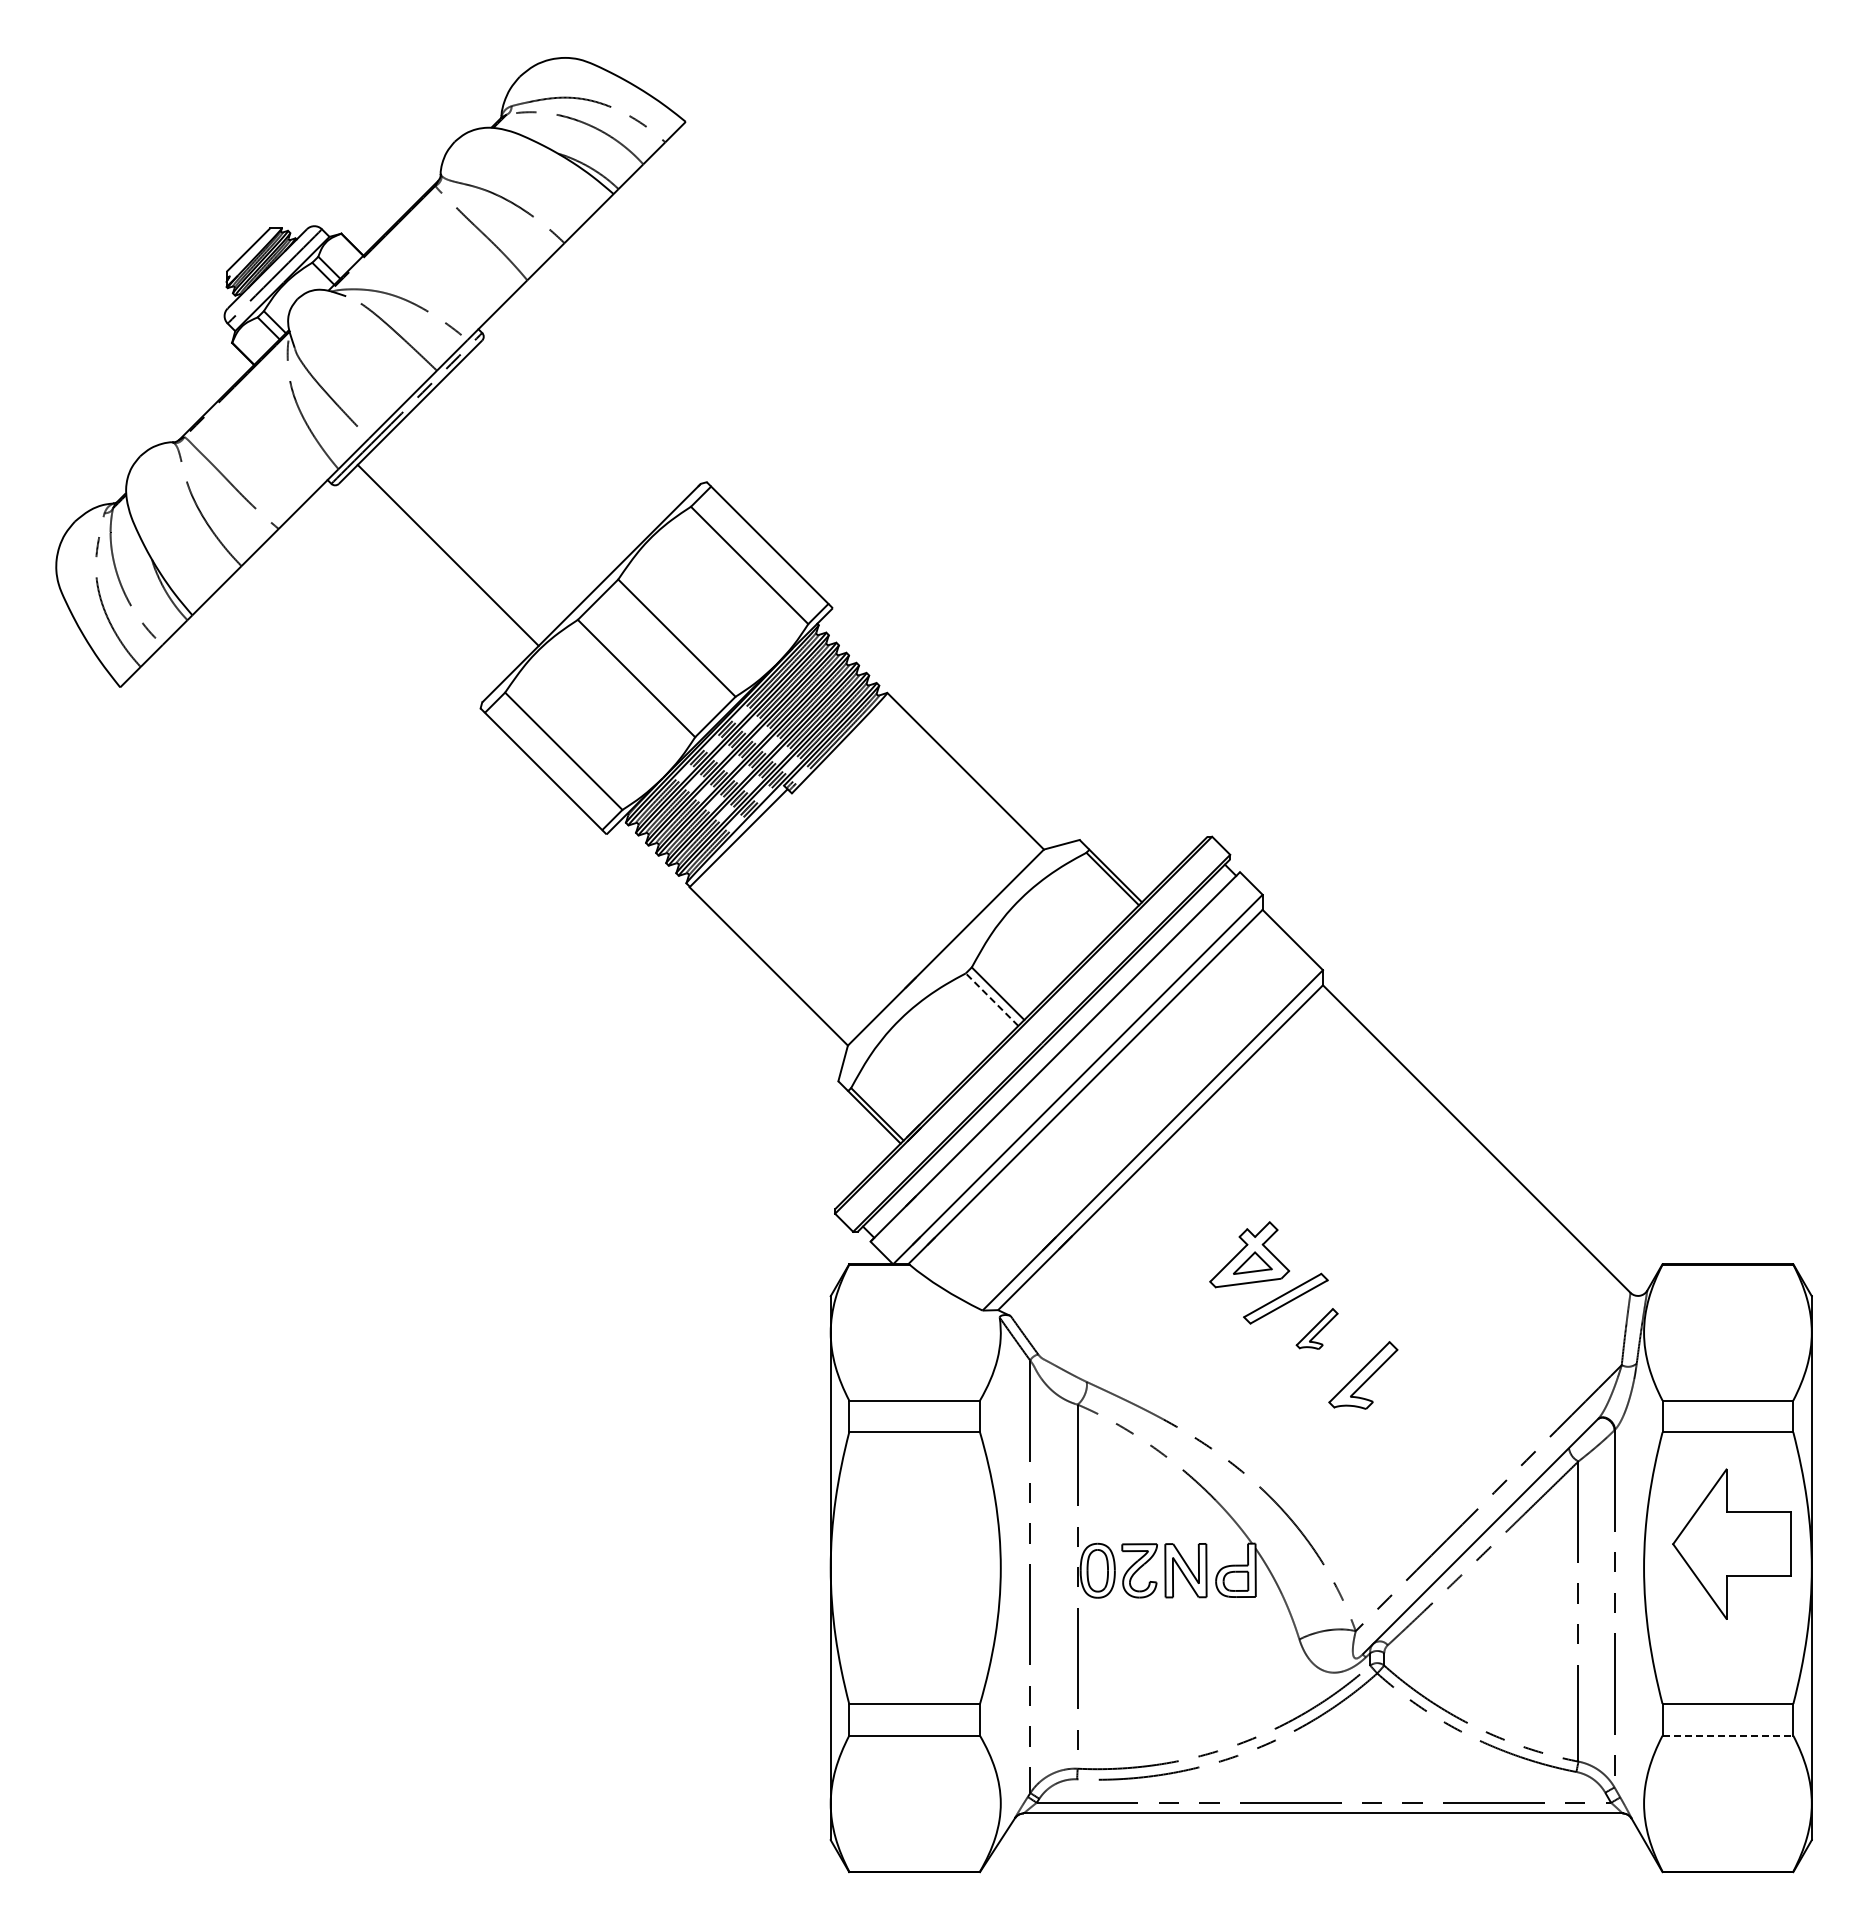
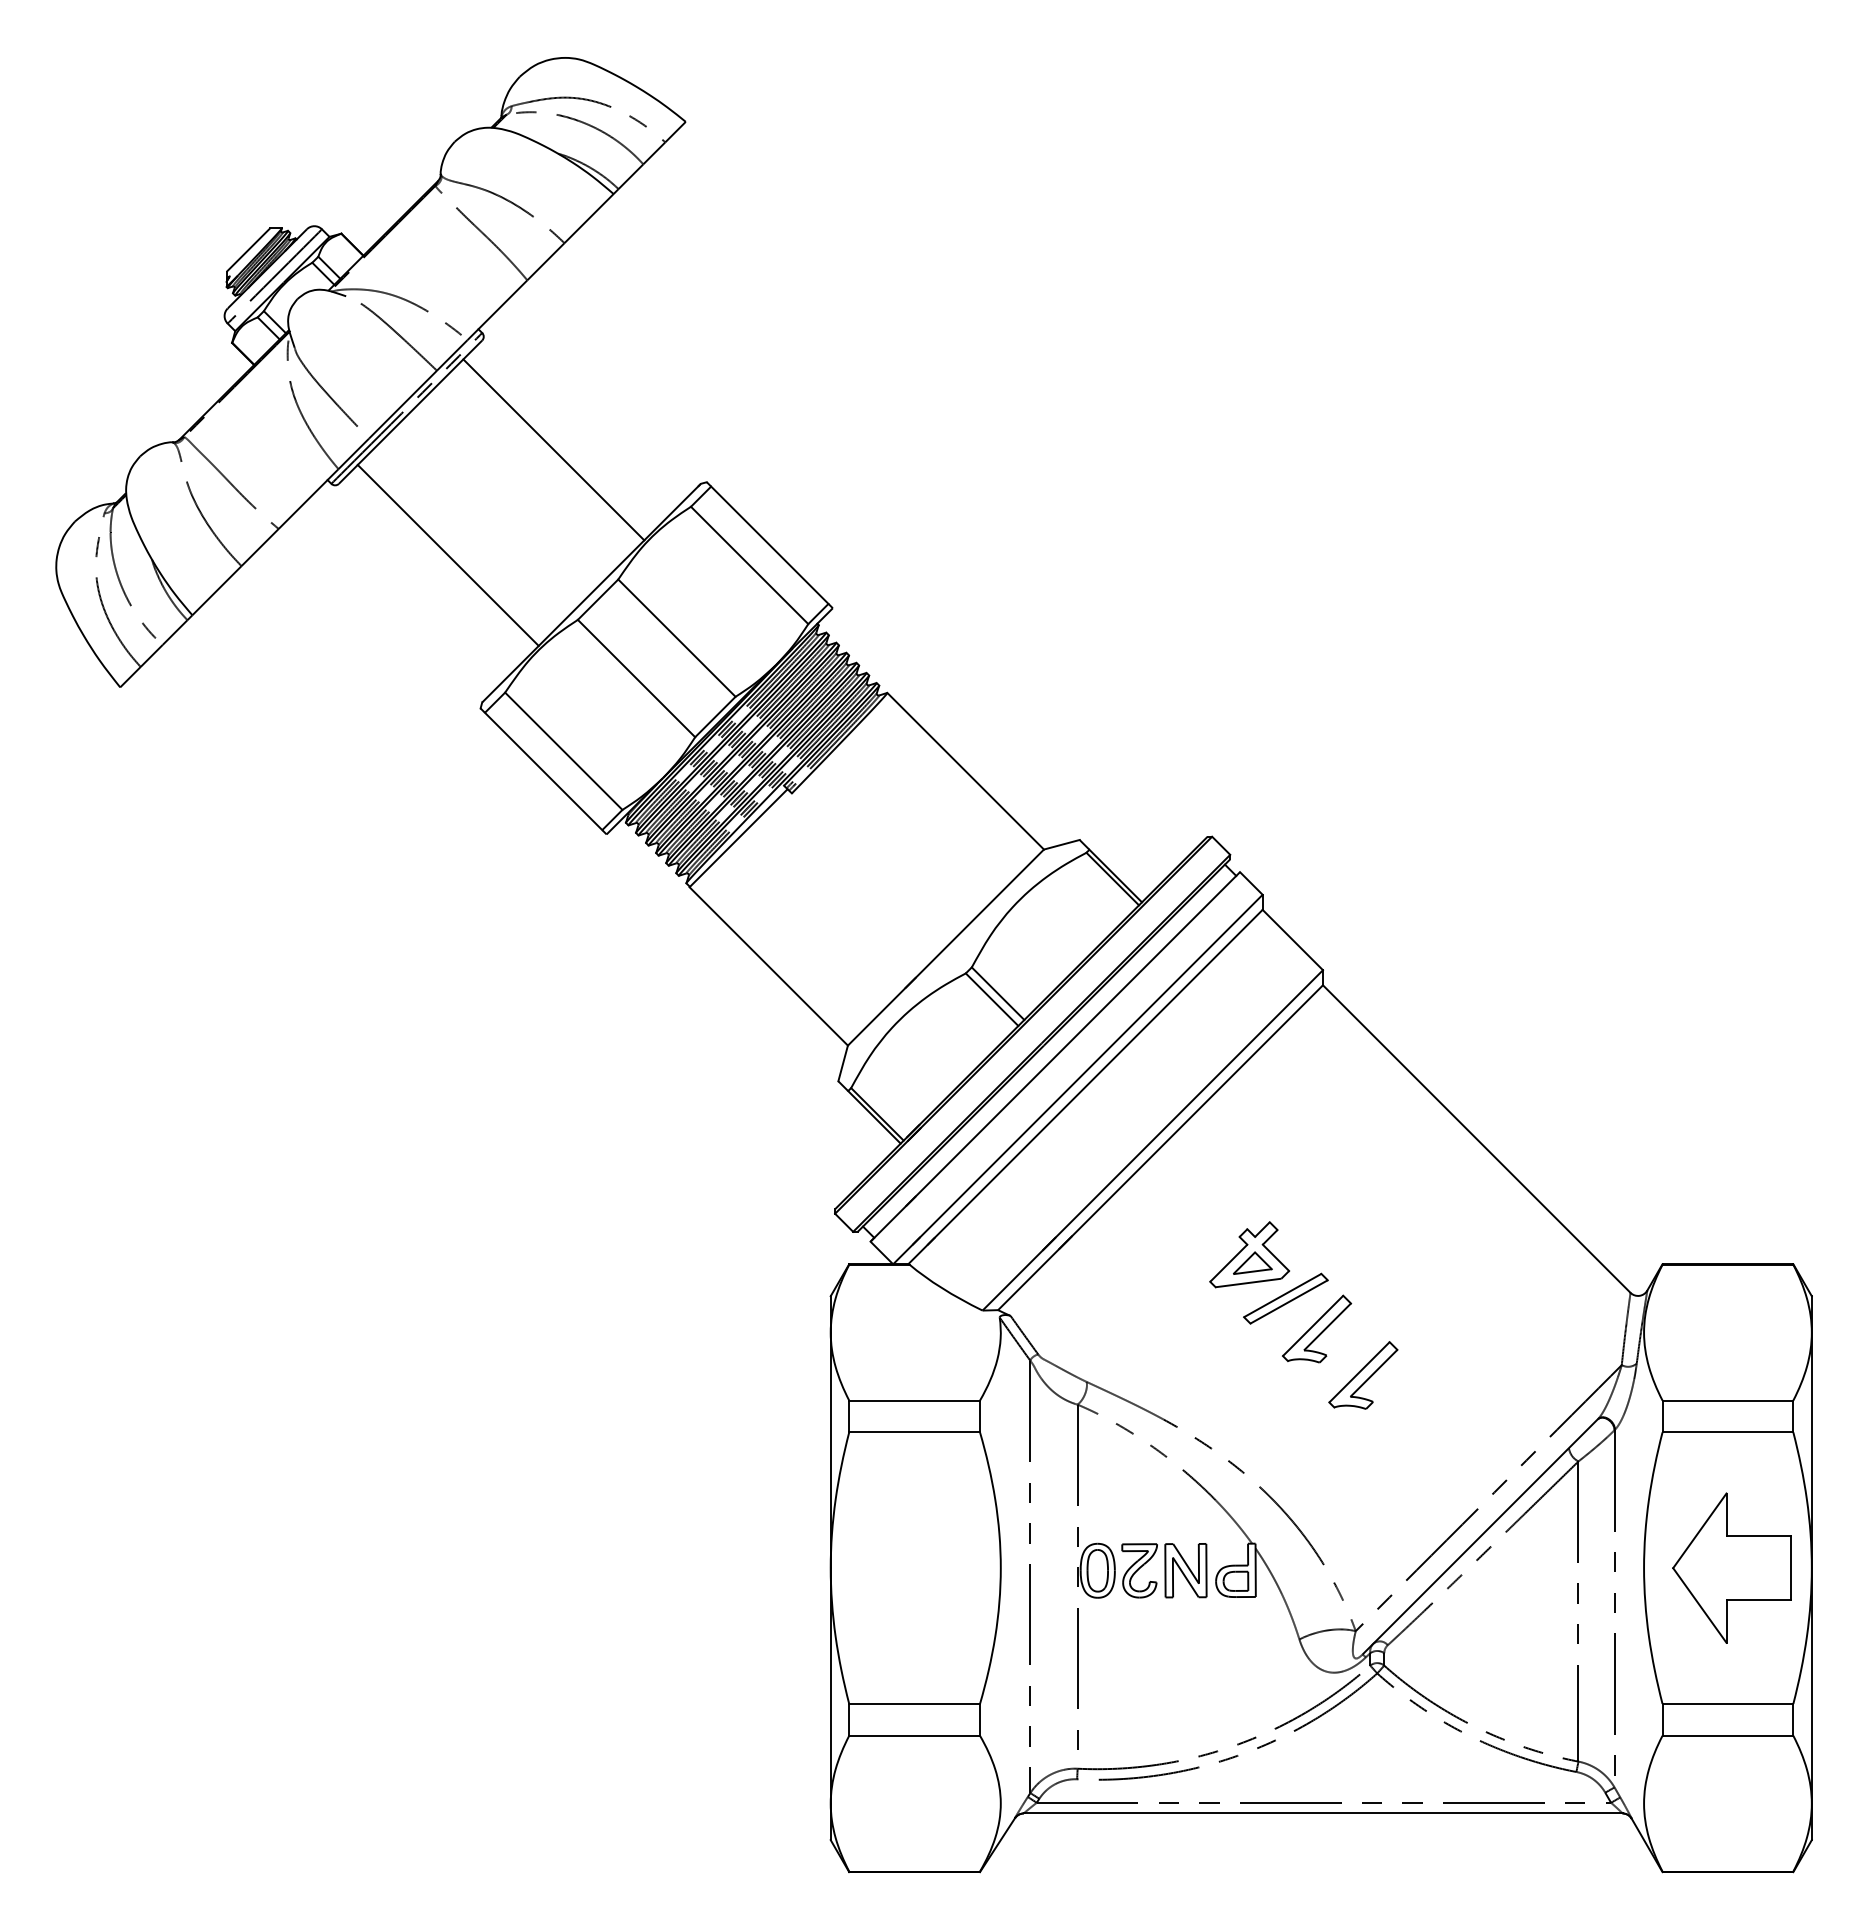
line at (553, 449): none -> present
line at (991, 999): dashed -> solid
part at (1316, 1328) size: 44x42 px -> 71x70 px
part at (1731, 1543) position: (1731, 1543) -> (1731, 1567)
line at (1728, 1735): dashed -> solid
